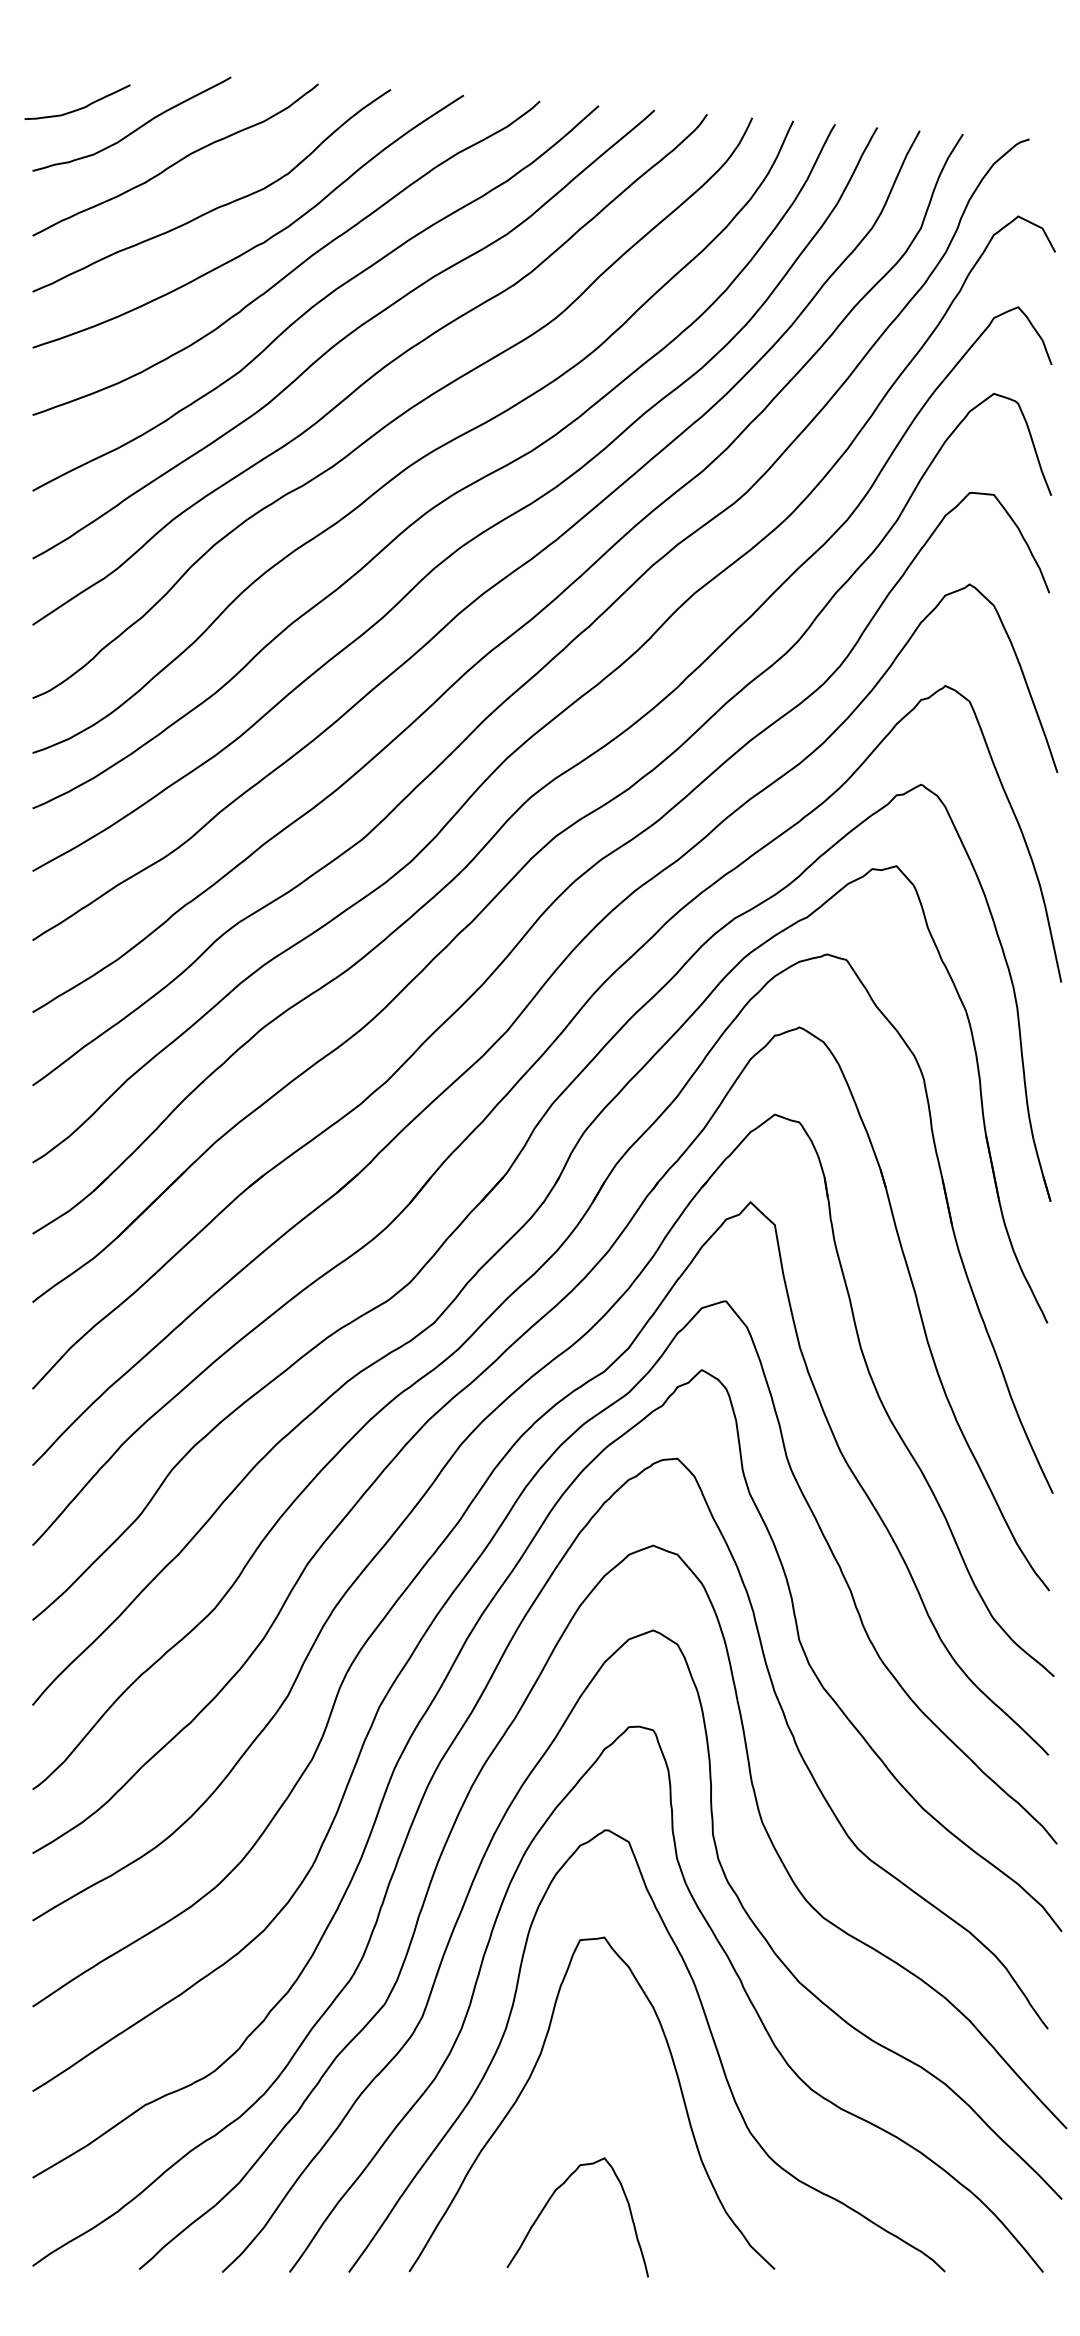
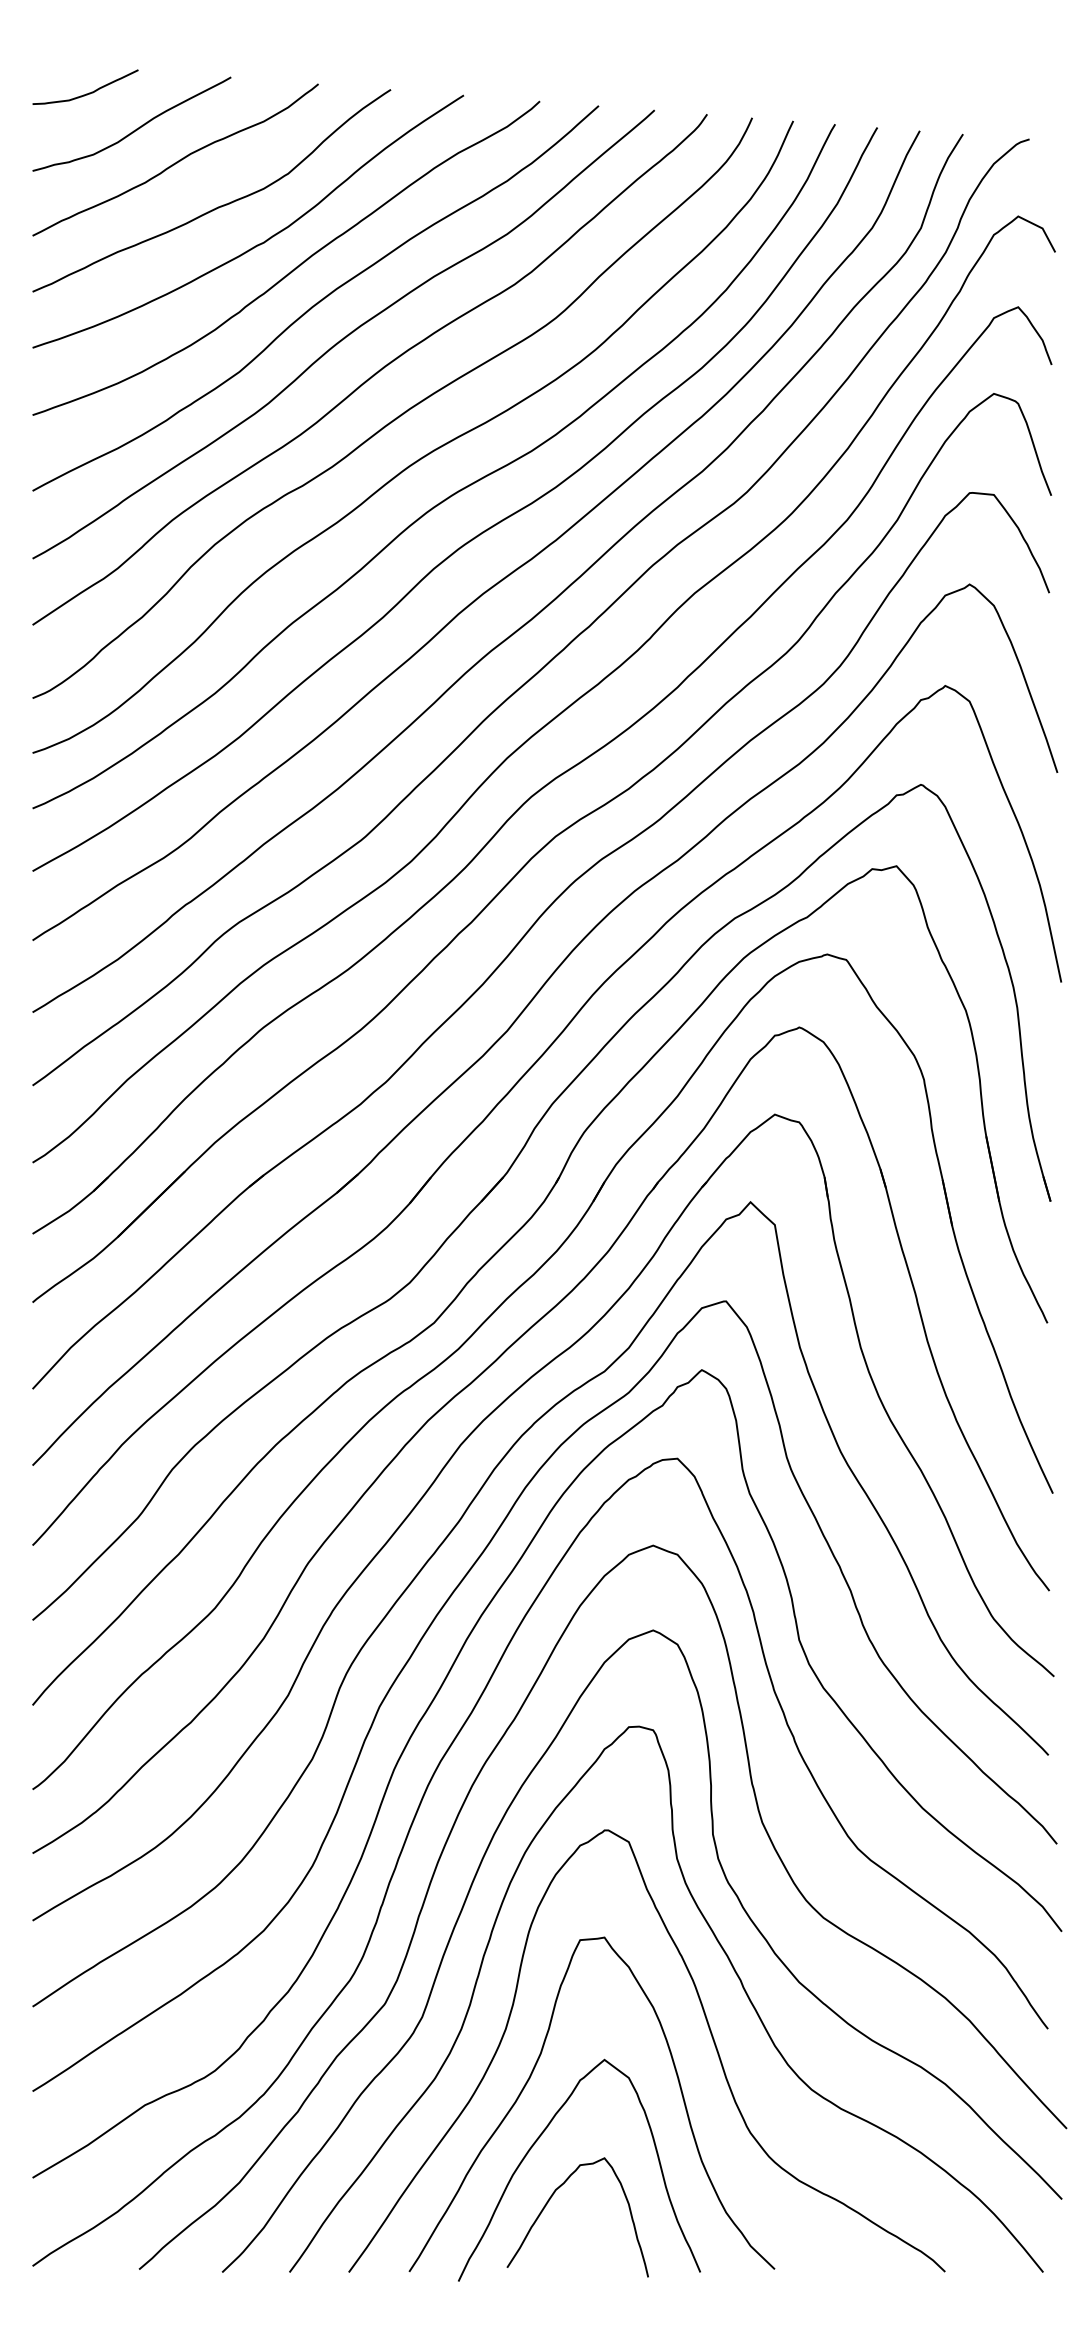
curve at (78, 108) position: (78, 108) -> (86, 93)
curve at (540, 2137): none -> present
